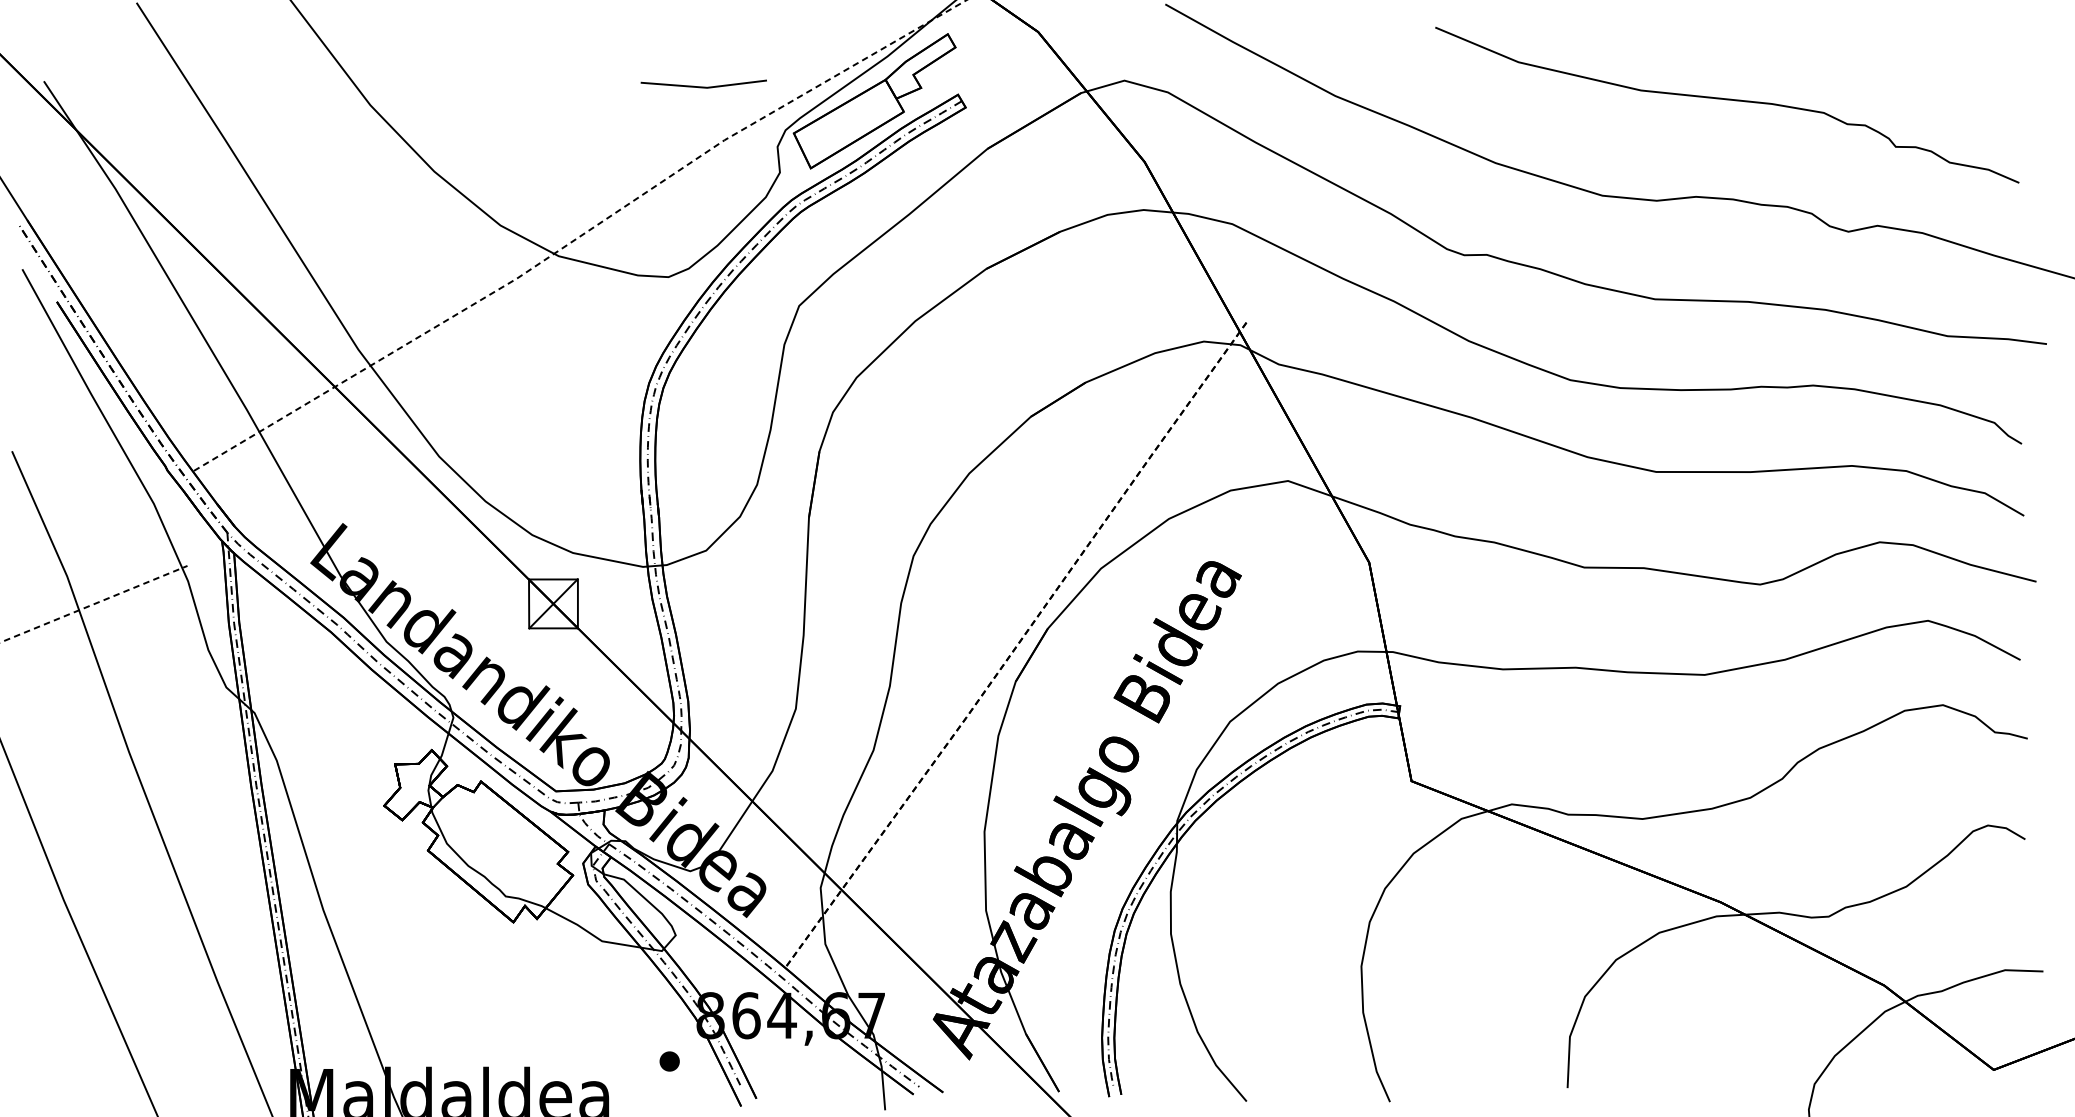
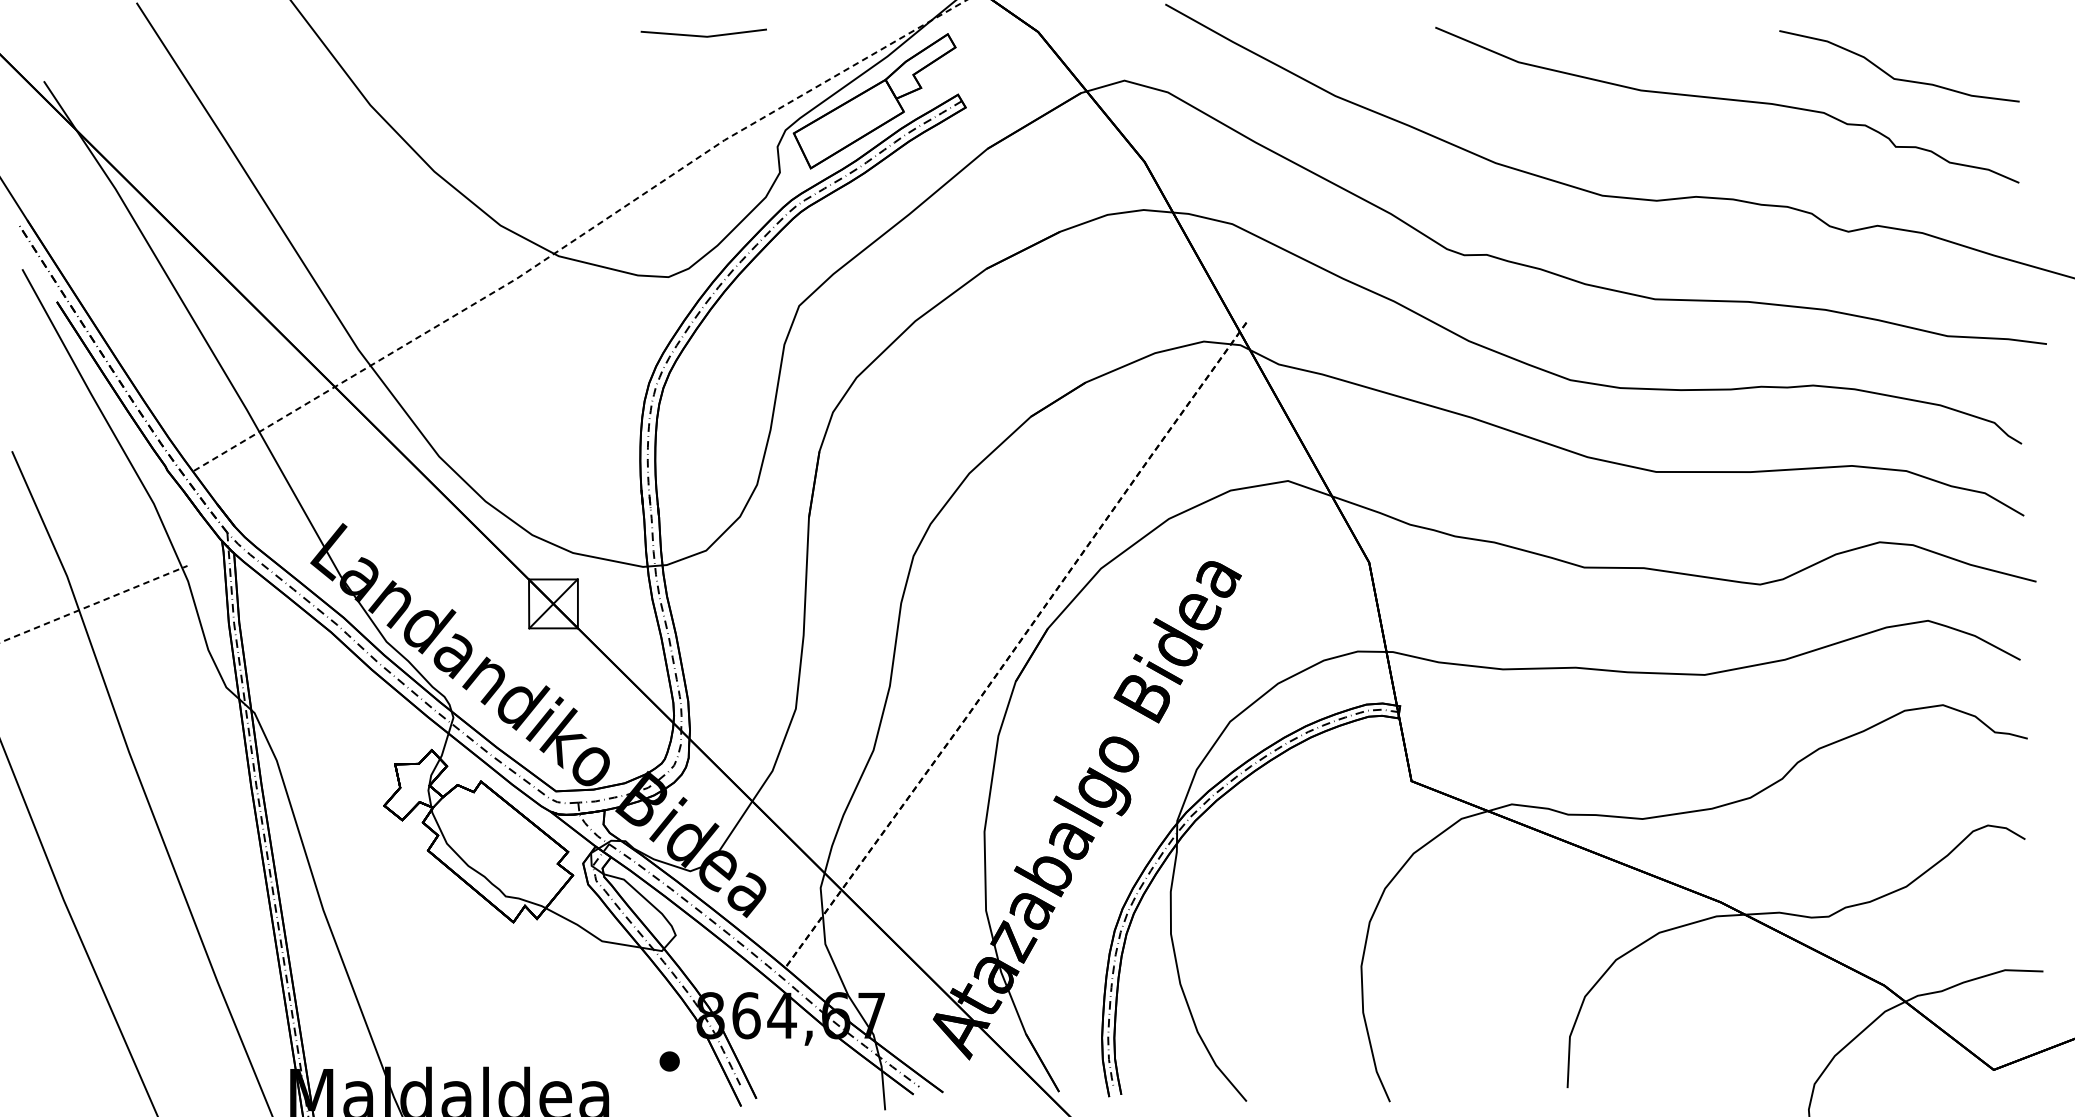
curve at (1899, 78): none -> present
line at (703, 86) position: (703, 86) -> (703, 35)
